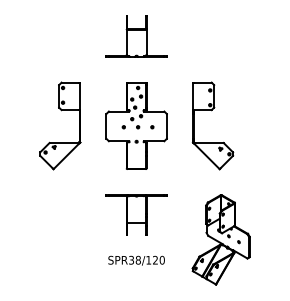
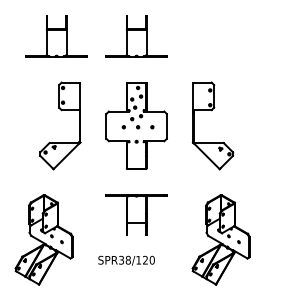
part at (56, 36): none -> present
part at (43, 239): none -> present
text at (136, 260) position: (136, 260) -> (126, 260)
